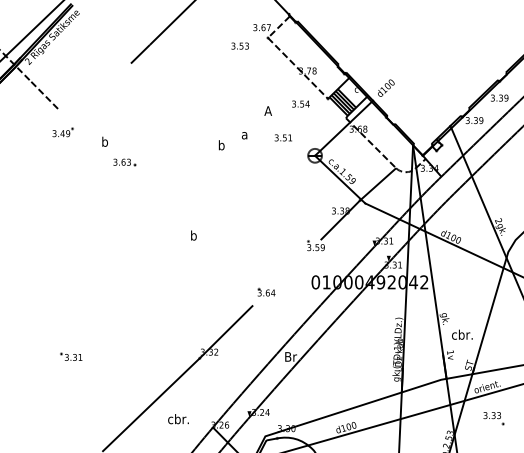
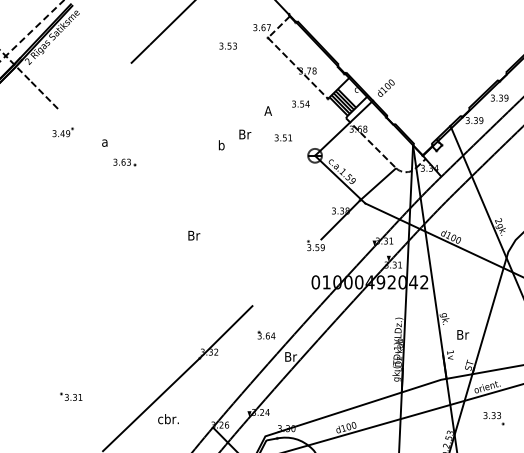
line at (31, 31): solid -> dashed
text at (239, 45) position: (239, 45) -> (227, 45)
text at (245, 134): a -> Br
text at (104, 141): b -> a
text at (194, 235): b -> Br
part at (266, 291) position: (266, 291) -> (266, 334)
text at (462, 334): cbr. -> Br
part at (71, 356) position: (71, 356) -> (71, 396)
text at (178, 419) position: (178, 419) -> (168, 419)
